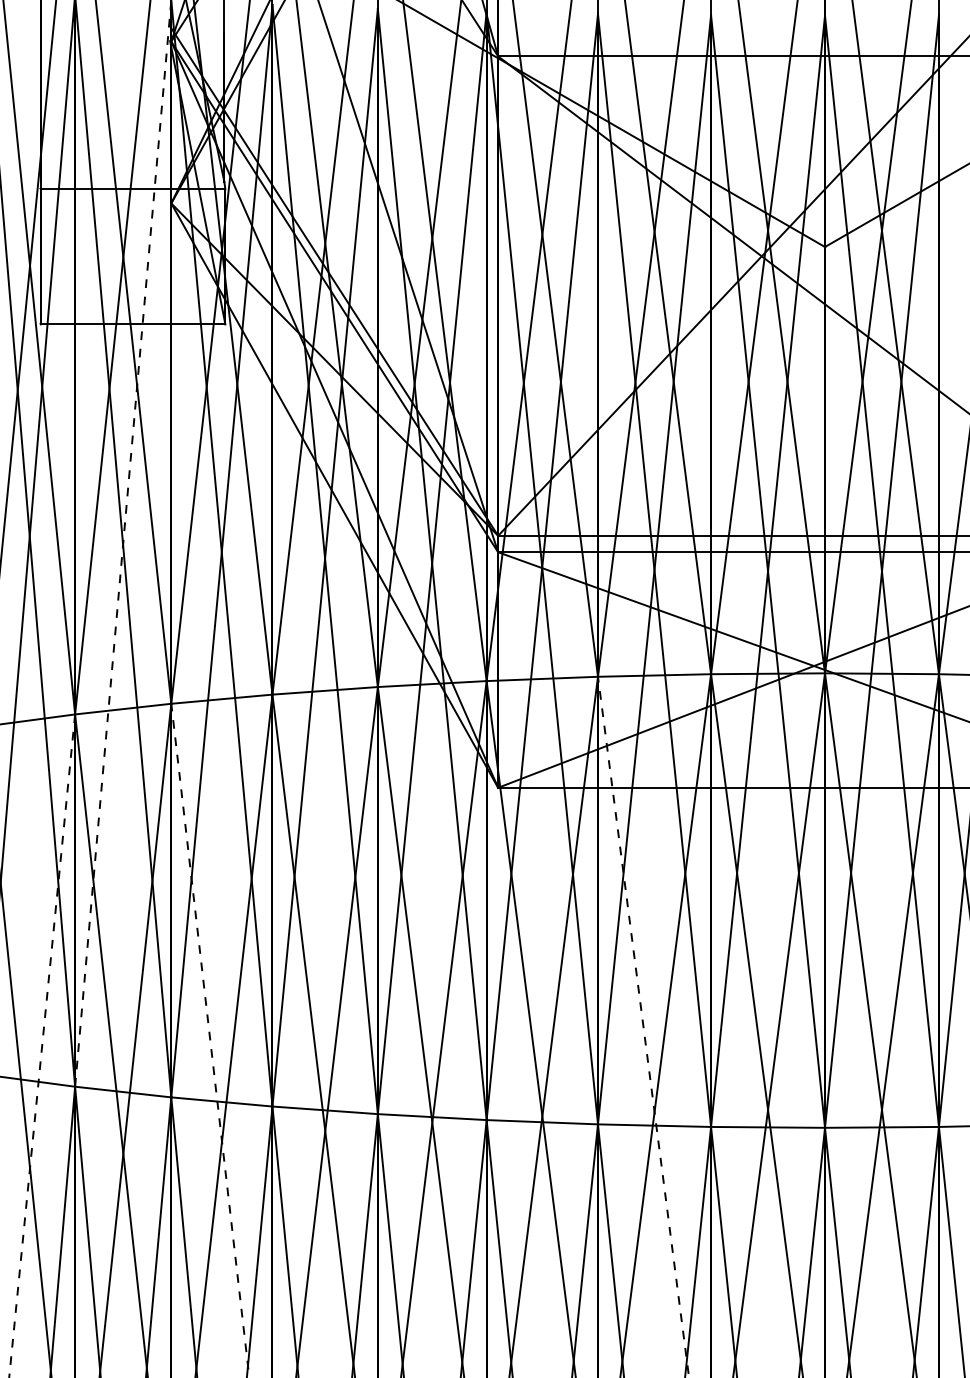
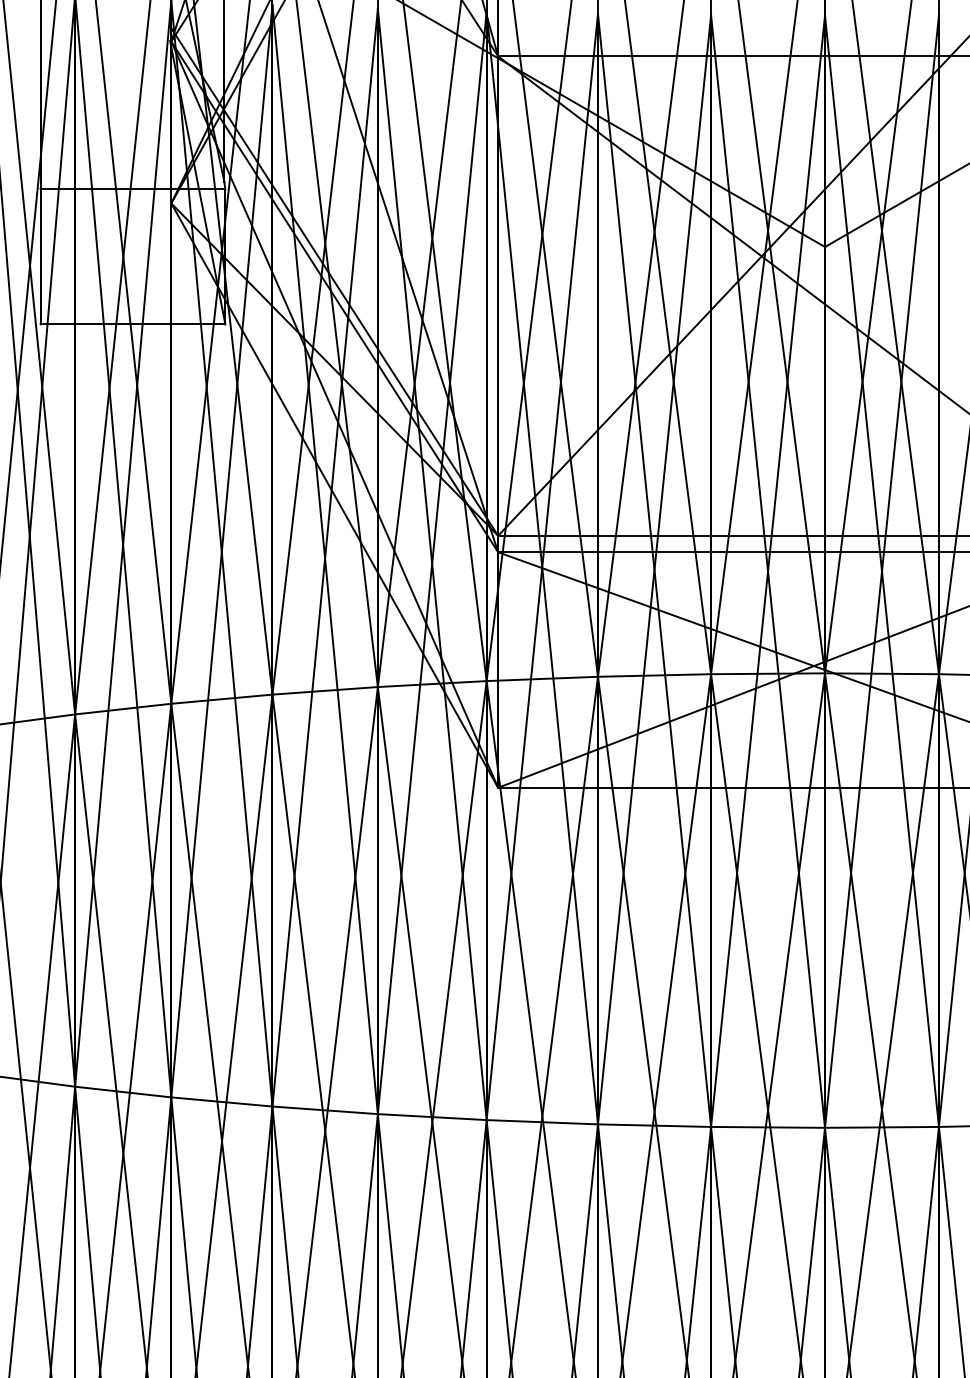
line at (123, 543): dashed -> solid
line at (643, 1026): dashed -> solid
line at (210, 1040): dashed -> solid
line at (42, 1045): dashed -> solid
